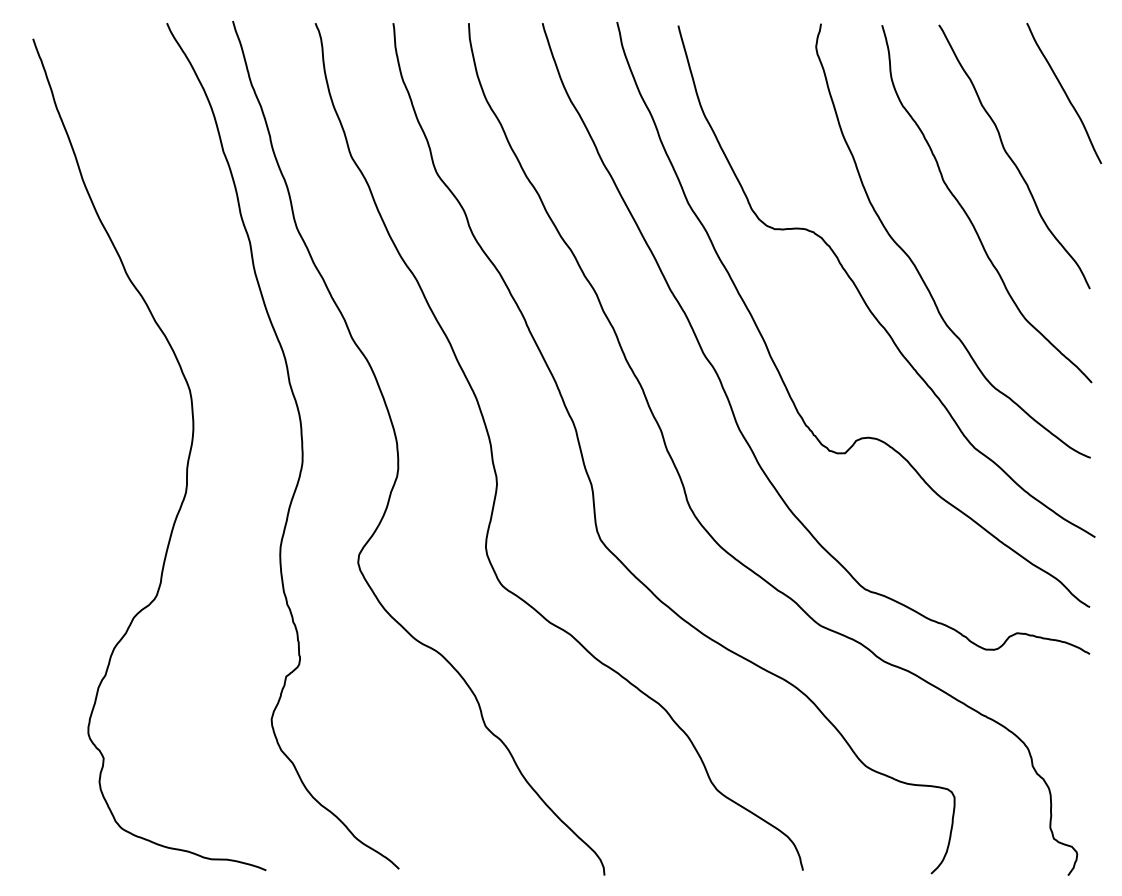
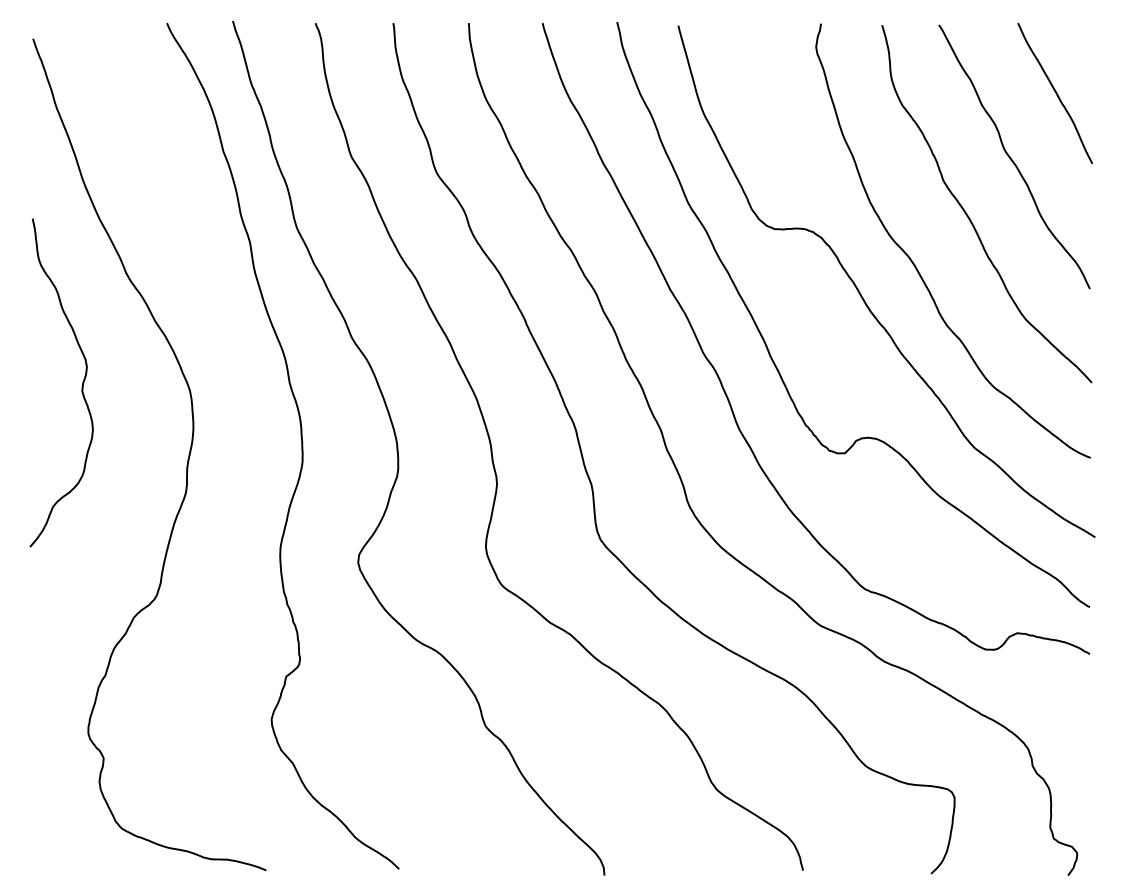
curve at (1064, 93) position: (1064, 93) -> (1055, 93)
curve at (81, 386): none -> present
